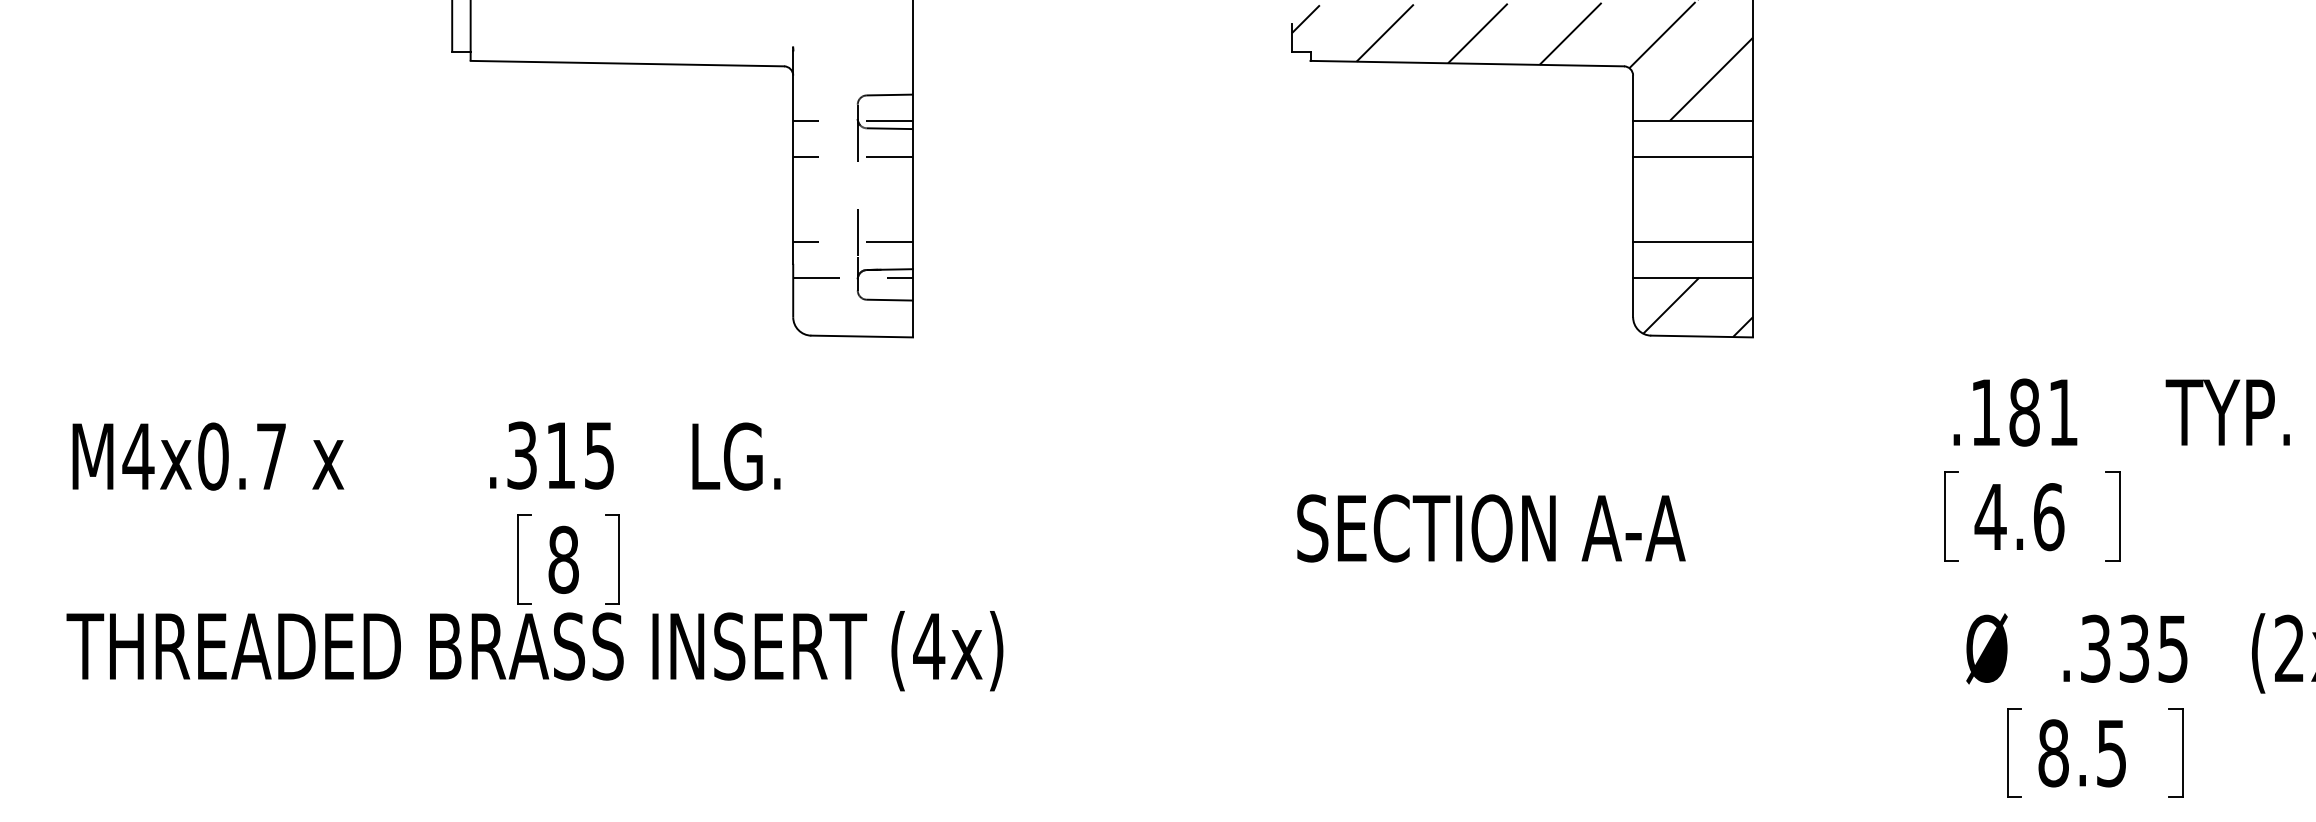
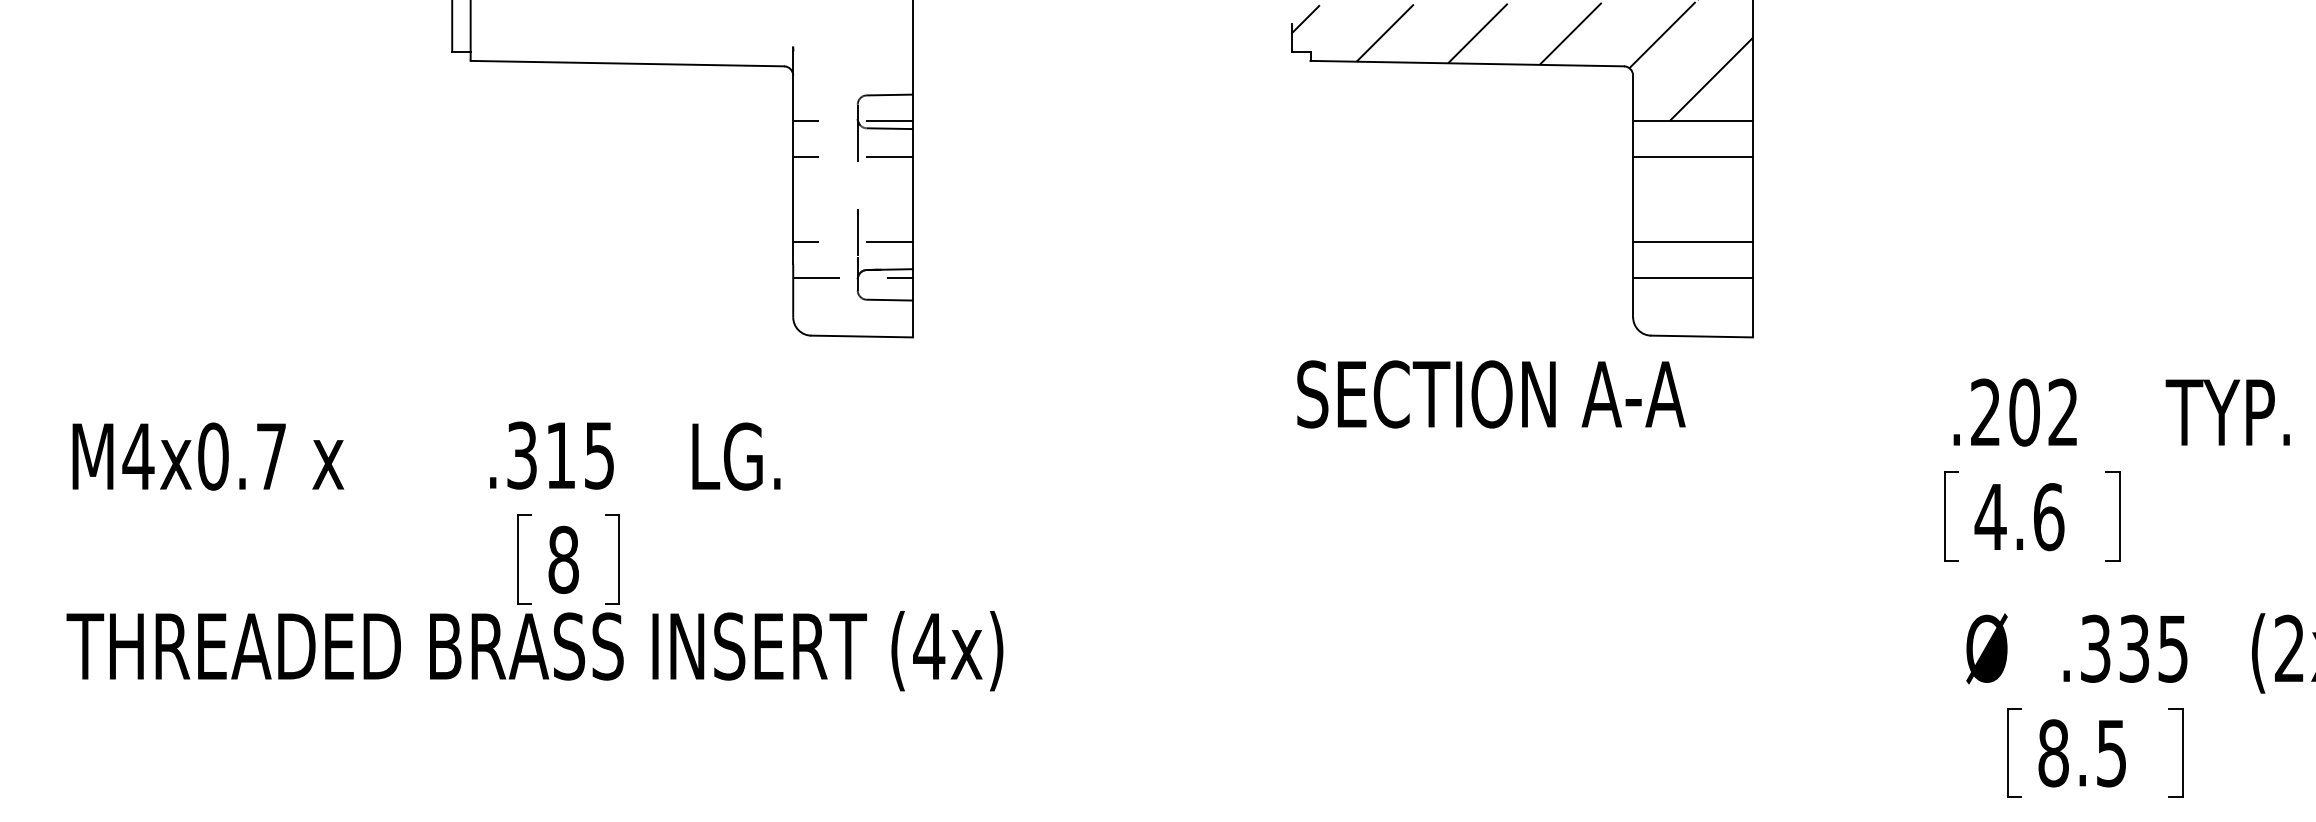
hatch at (1697, 307): present -> none
text at (2024, 412): .181 -> .202
text at (1491, 528) position: (1491, 528) -> (1491, 394)
